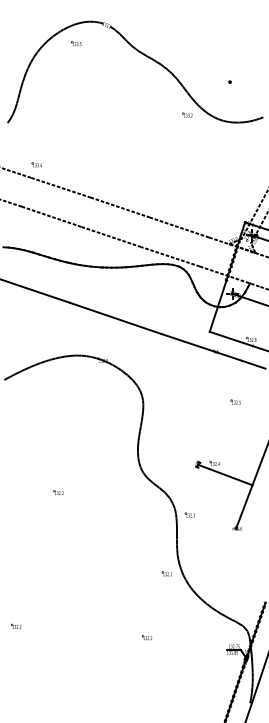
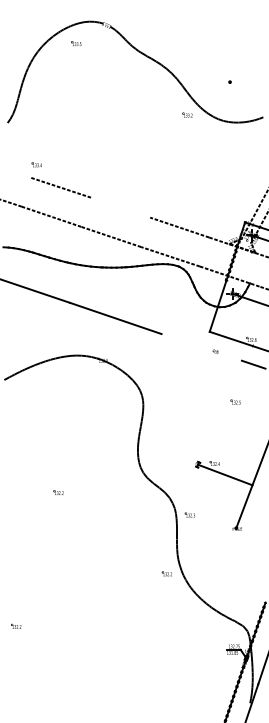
line at (16, 172): present -> none
line at (120, 207): present -> none
line at (201, 347): present -> none
part at (147, 637): present -> none
